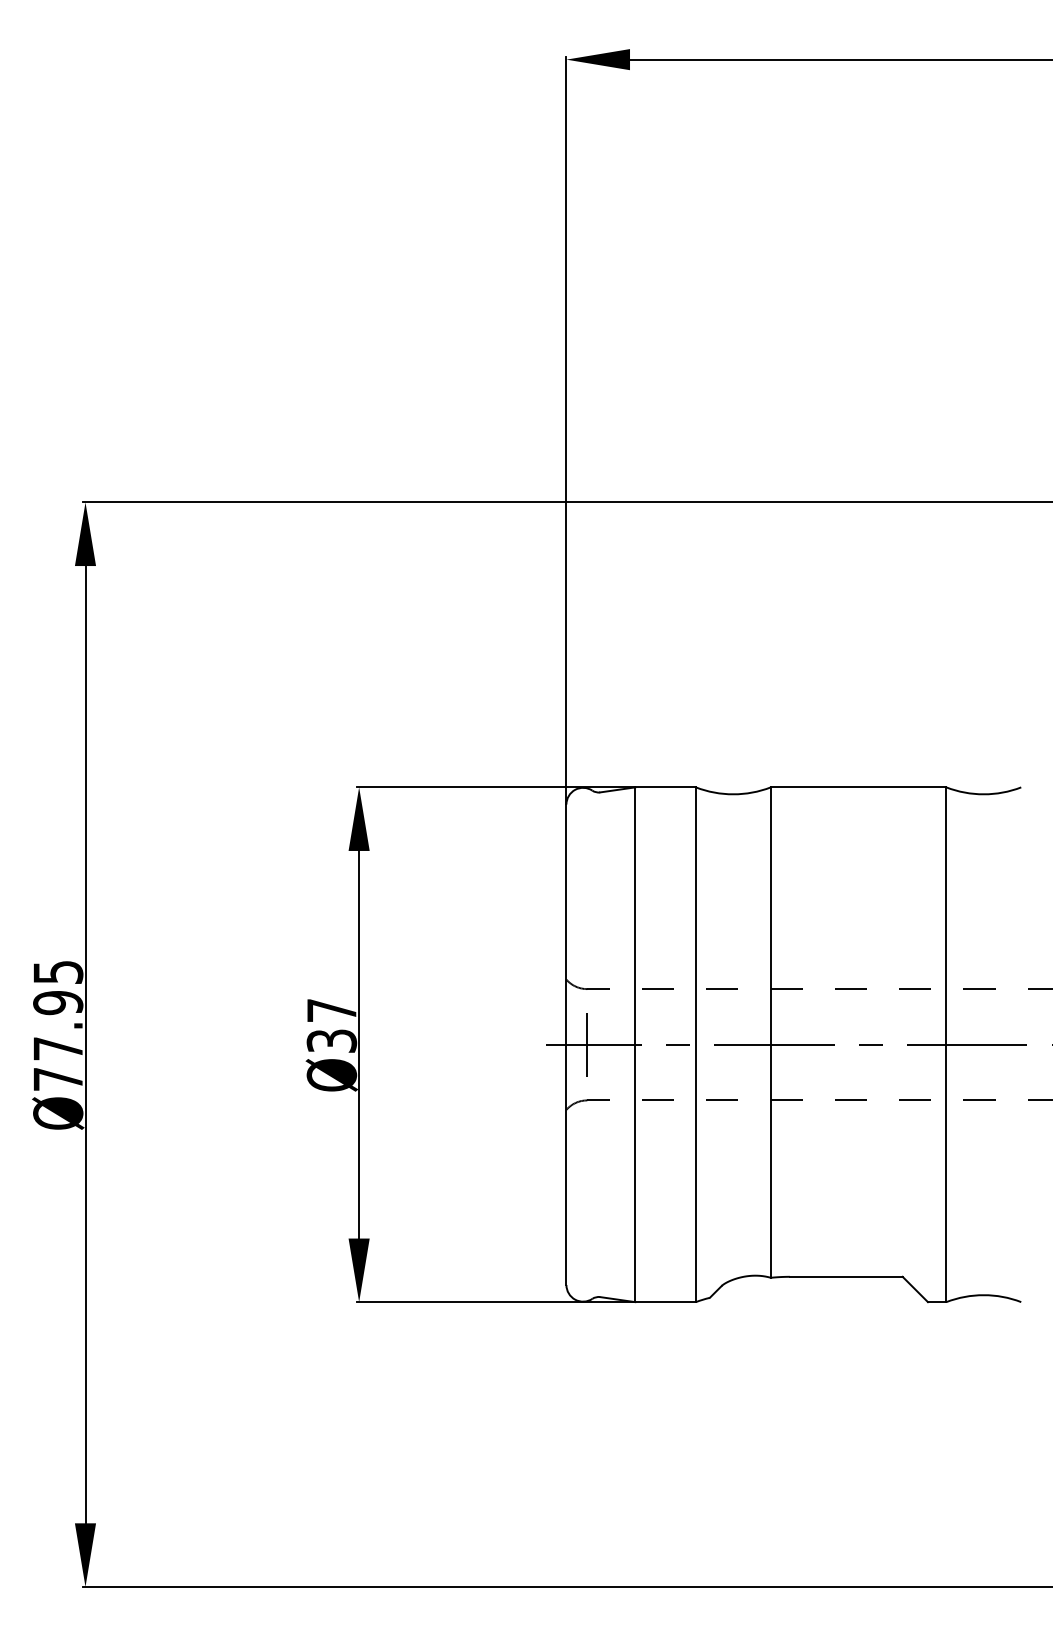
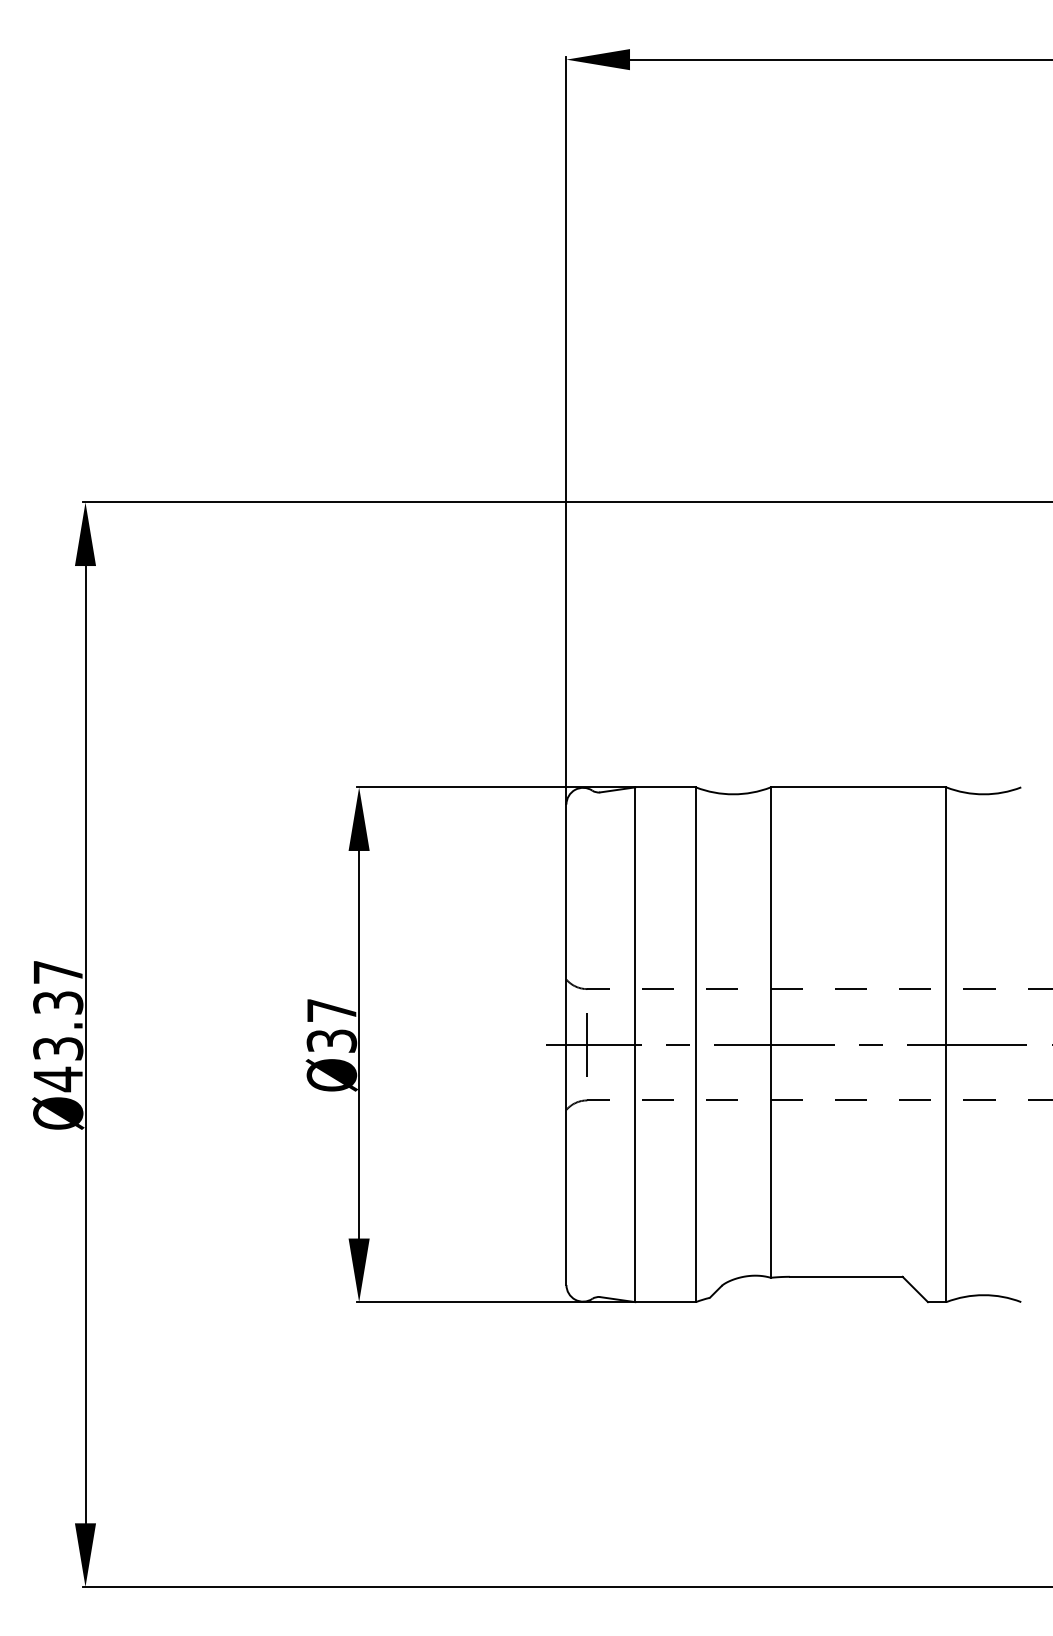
text at (58, 1026): Ø77.95 -> Ø43.37
